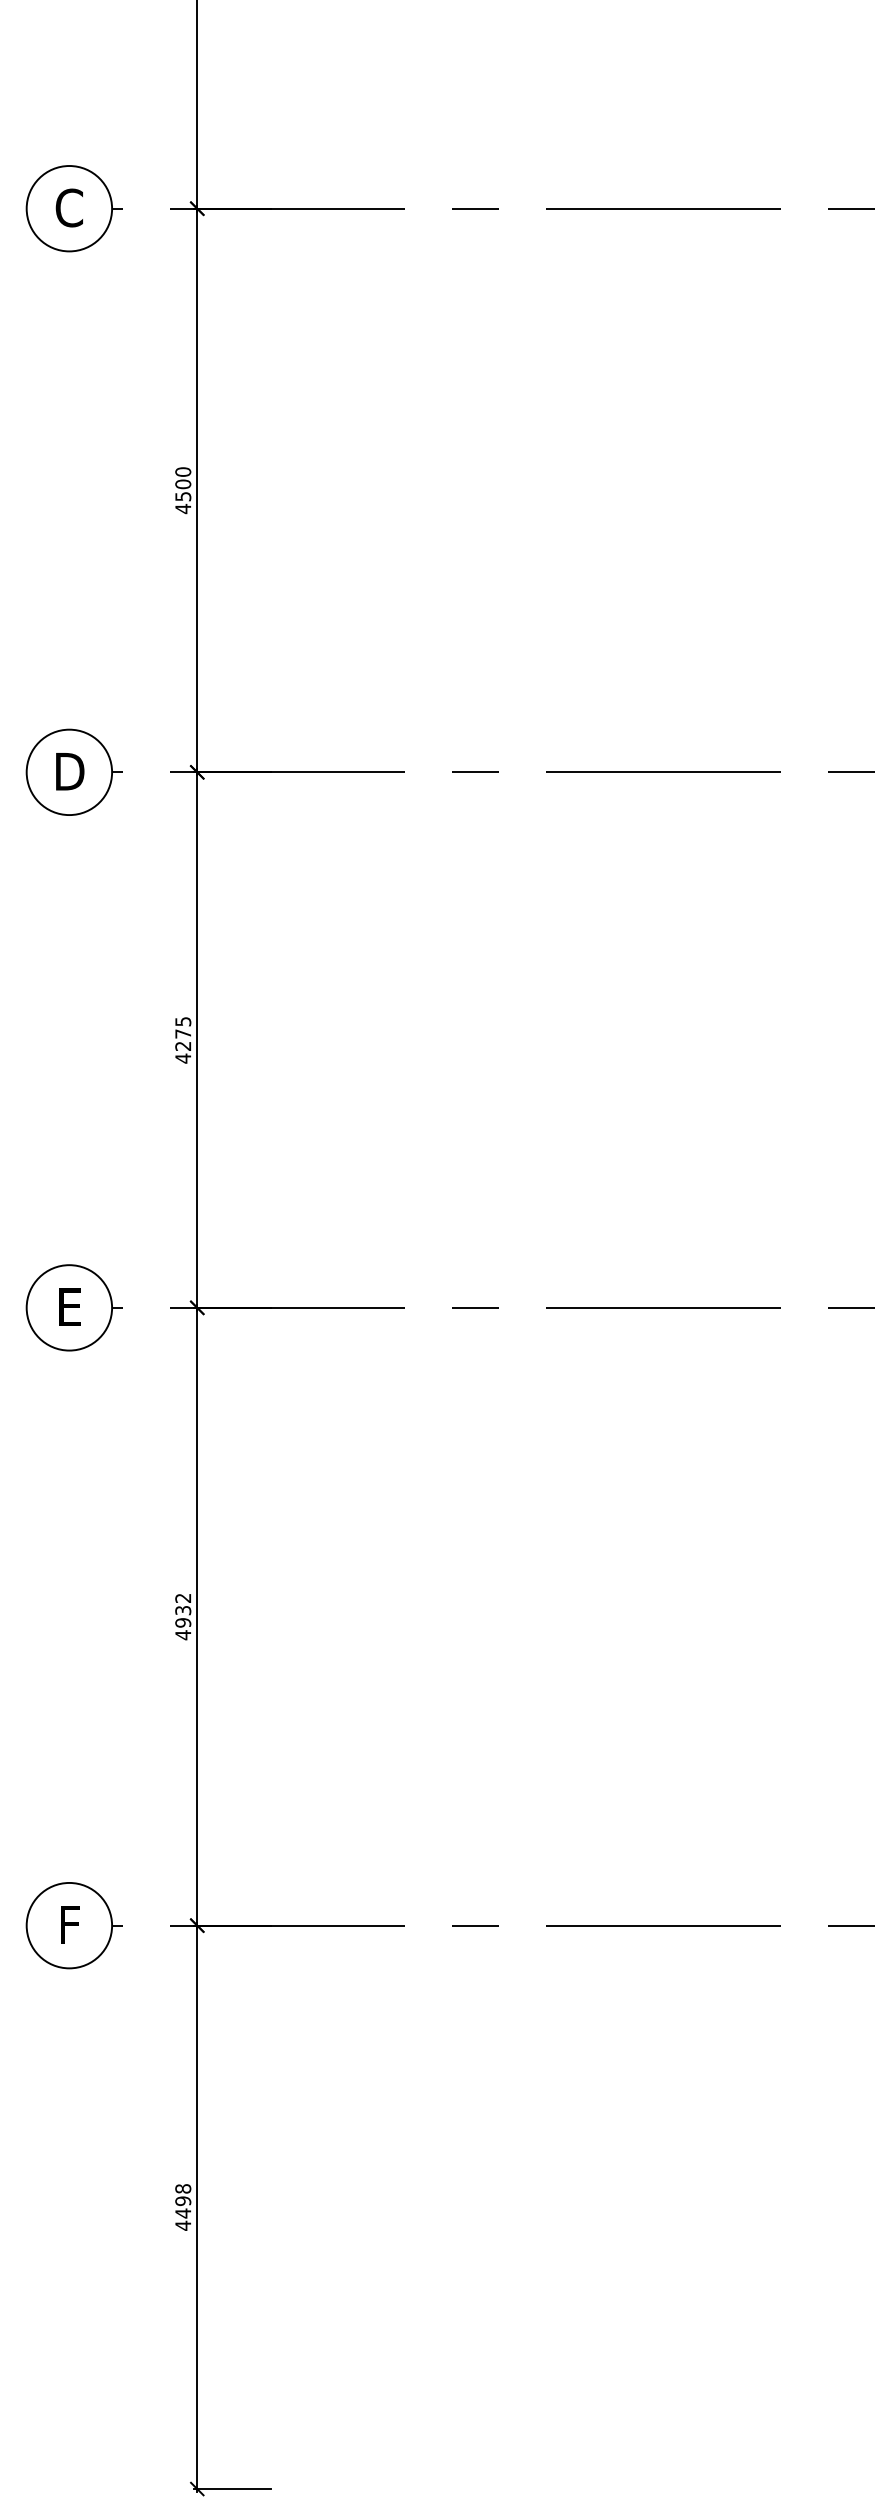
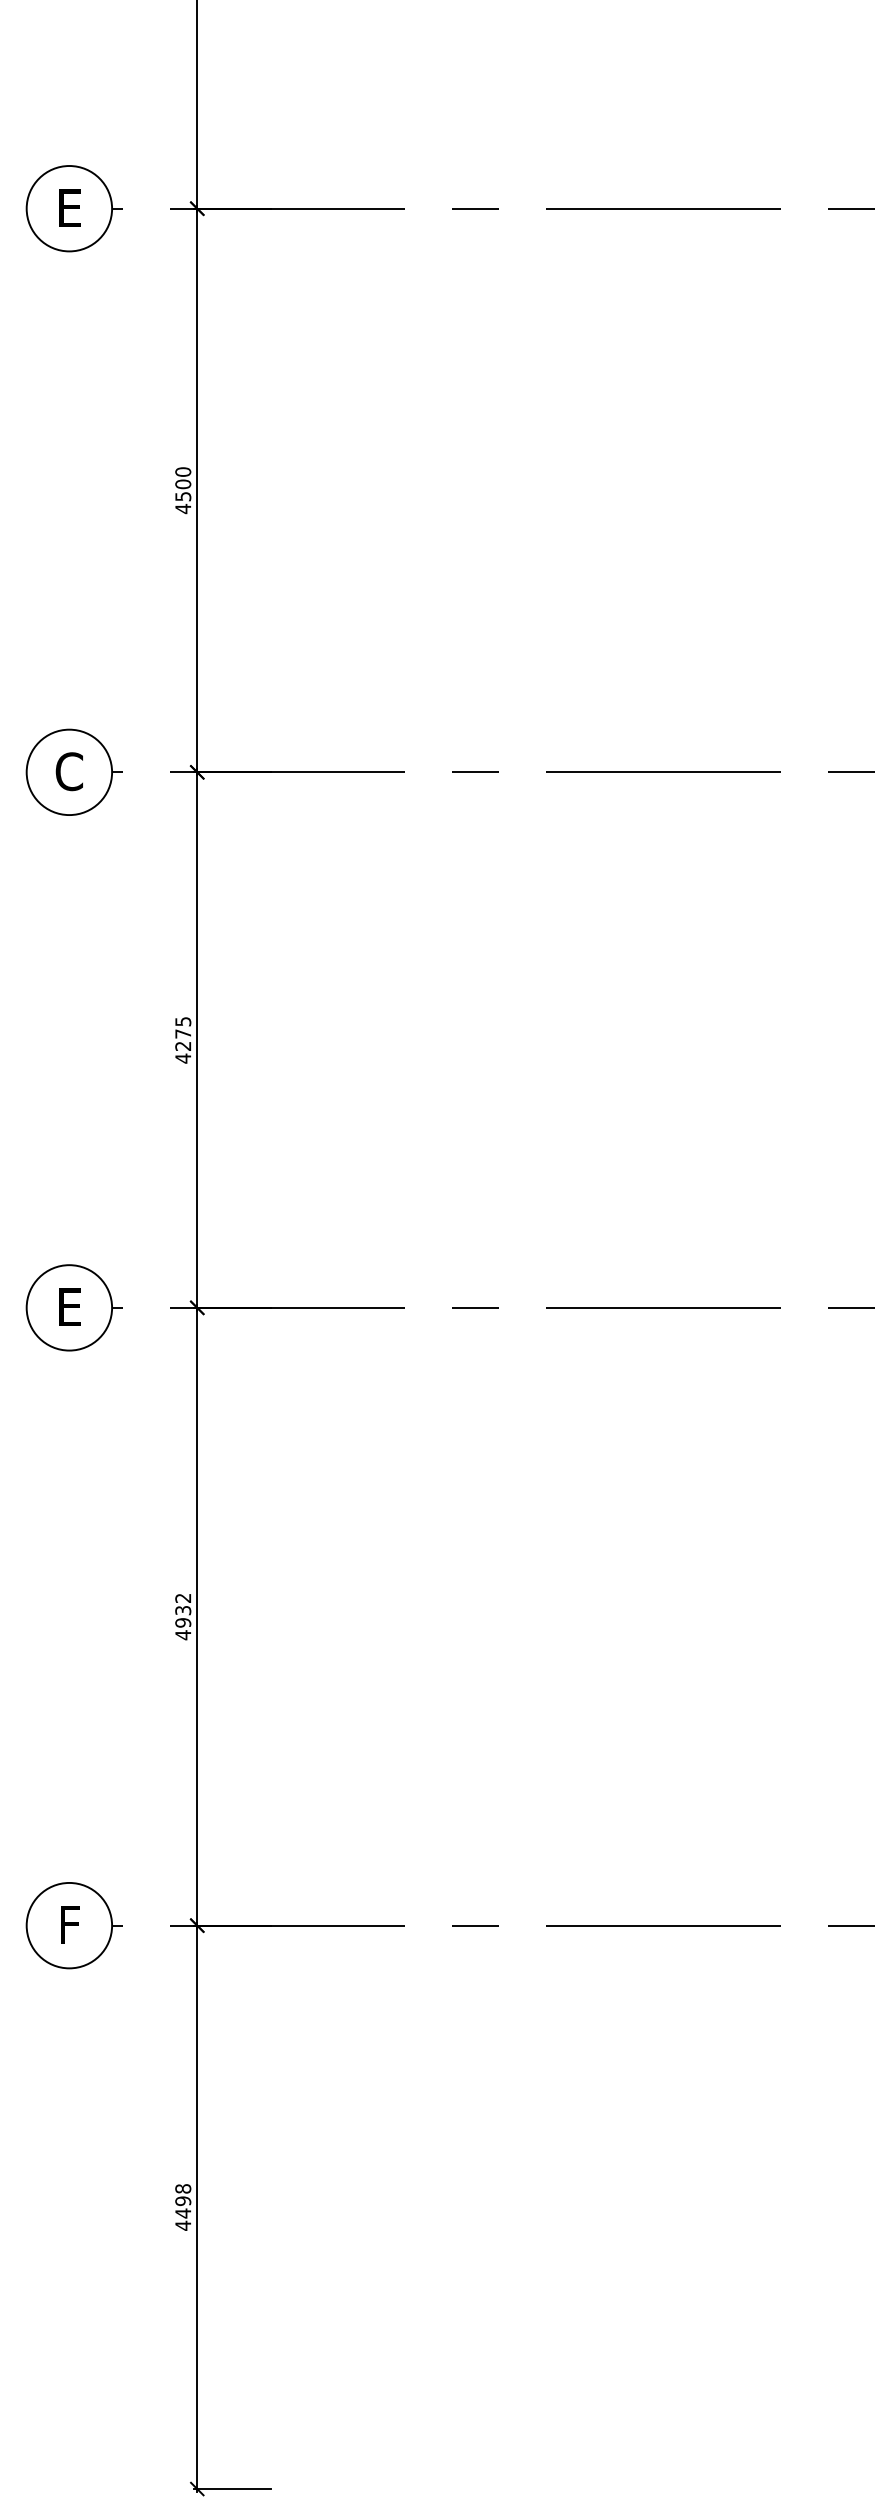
text at (68, 207): C -> E
text at (69, 771): D -> C
